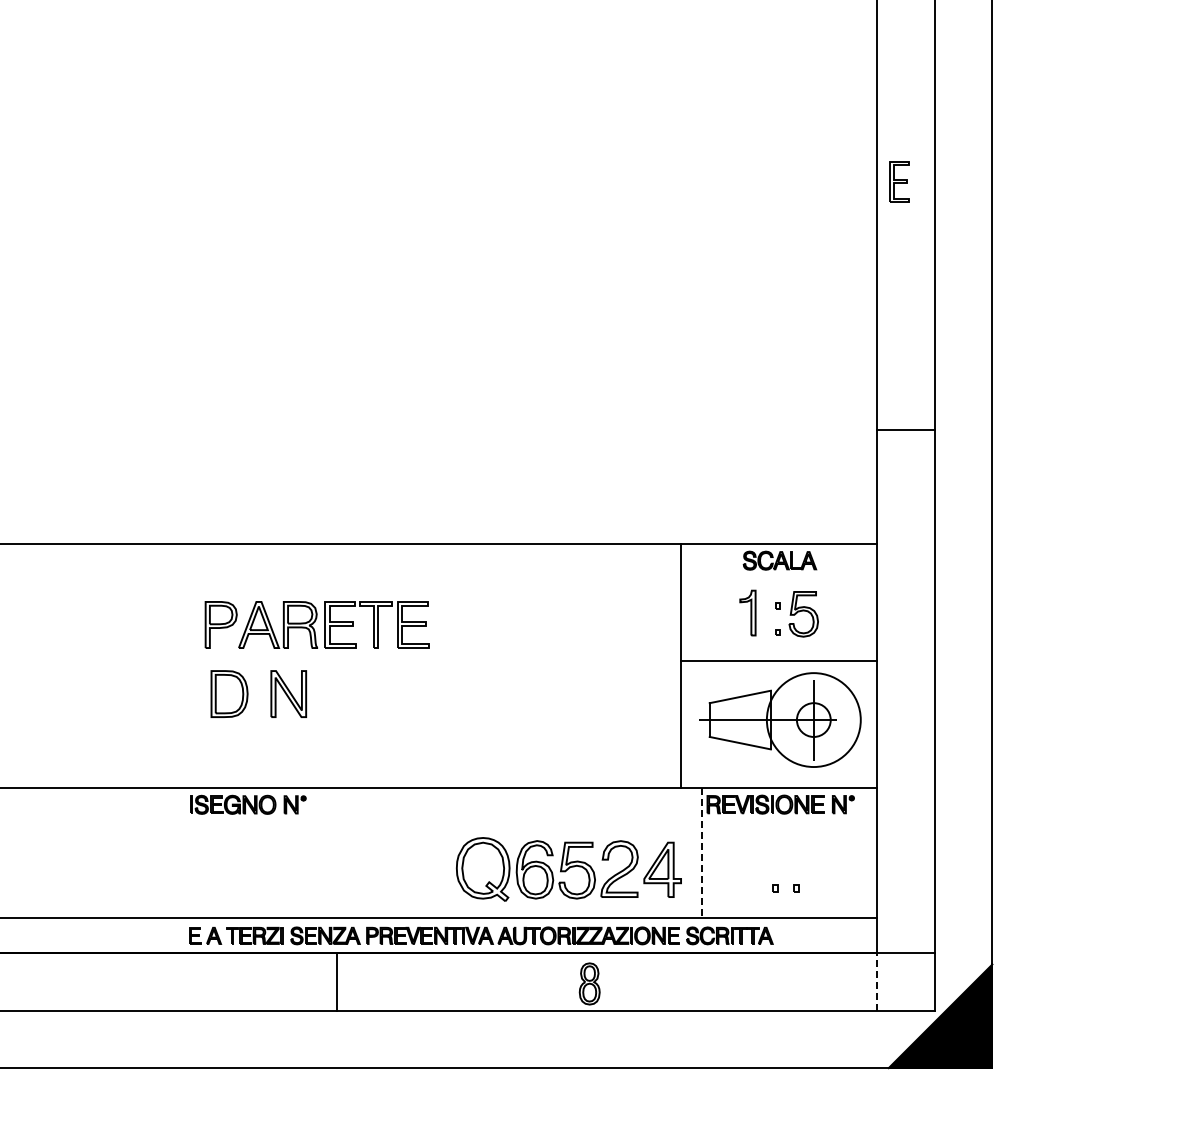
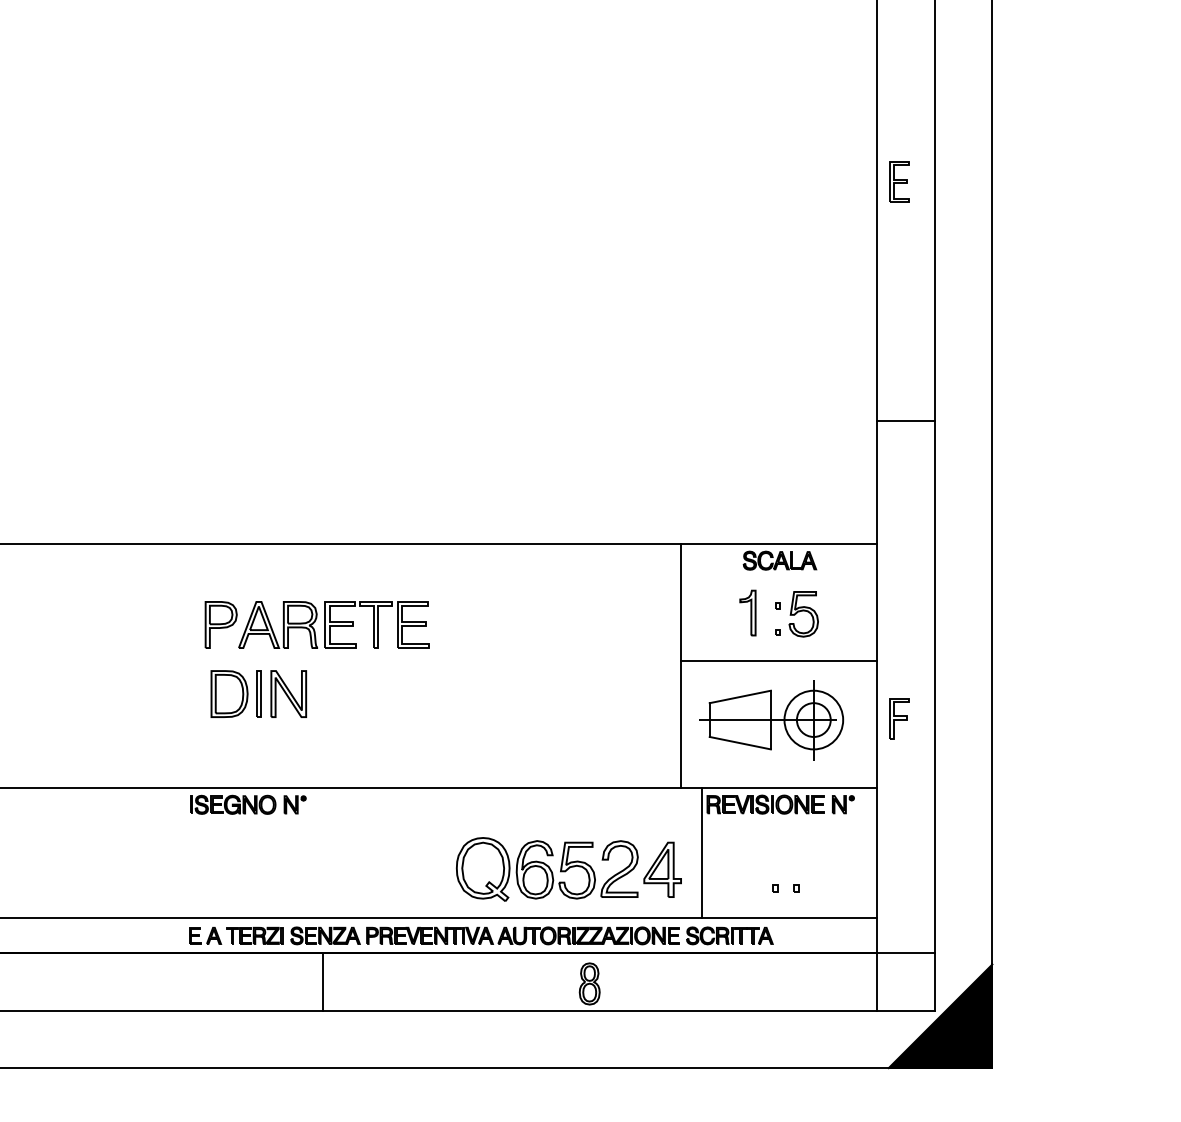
line at (905, 430) position: (905, 430) -> (905, 421)
part at (258, 693): none -> present
part at (899, 718): none -> present
circle at (813, 720) diameter: 94 px -> 59 px
line at (702, 853): dashed -> solid
line at (336, 981) position: (336, 981) -> (322, 981)
line at (877, 981): dashed -> solid
